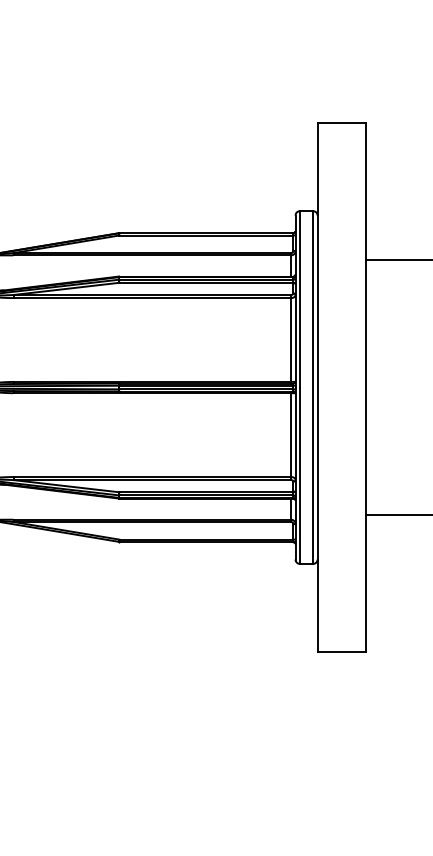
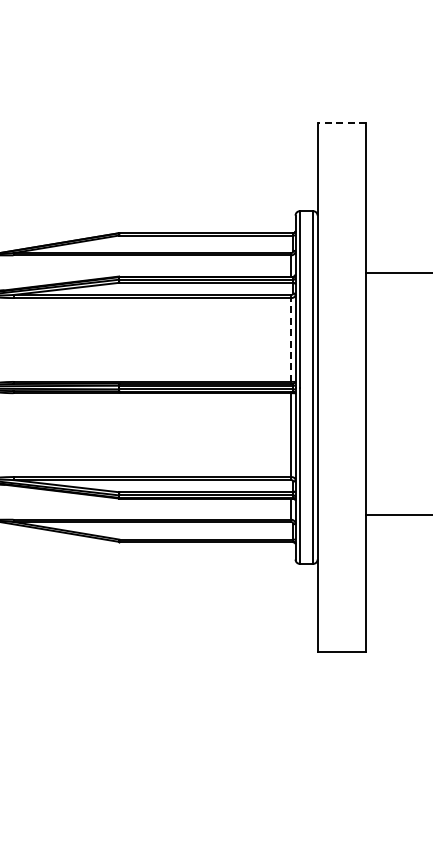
line at (341, 122): solid -> dashed
line at (397, 259) position: (397, 259) -> (397, 272)
line at (291, 339): solid -> dashed
